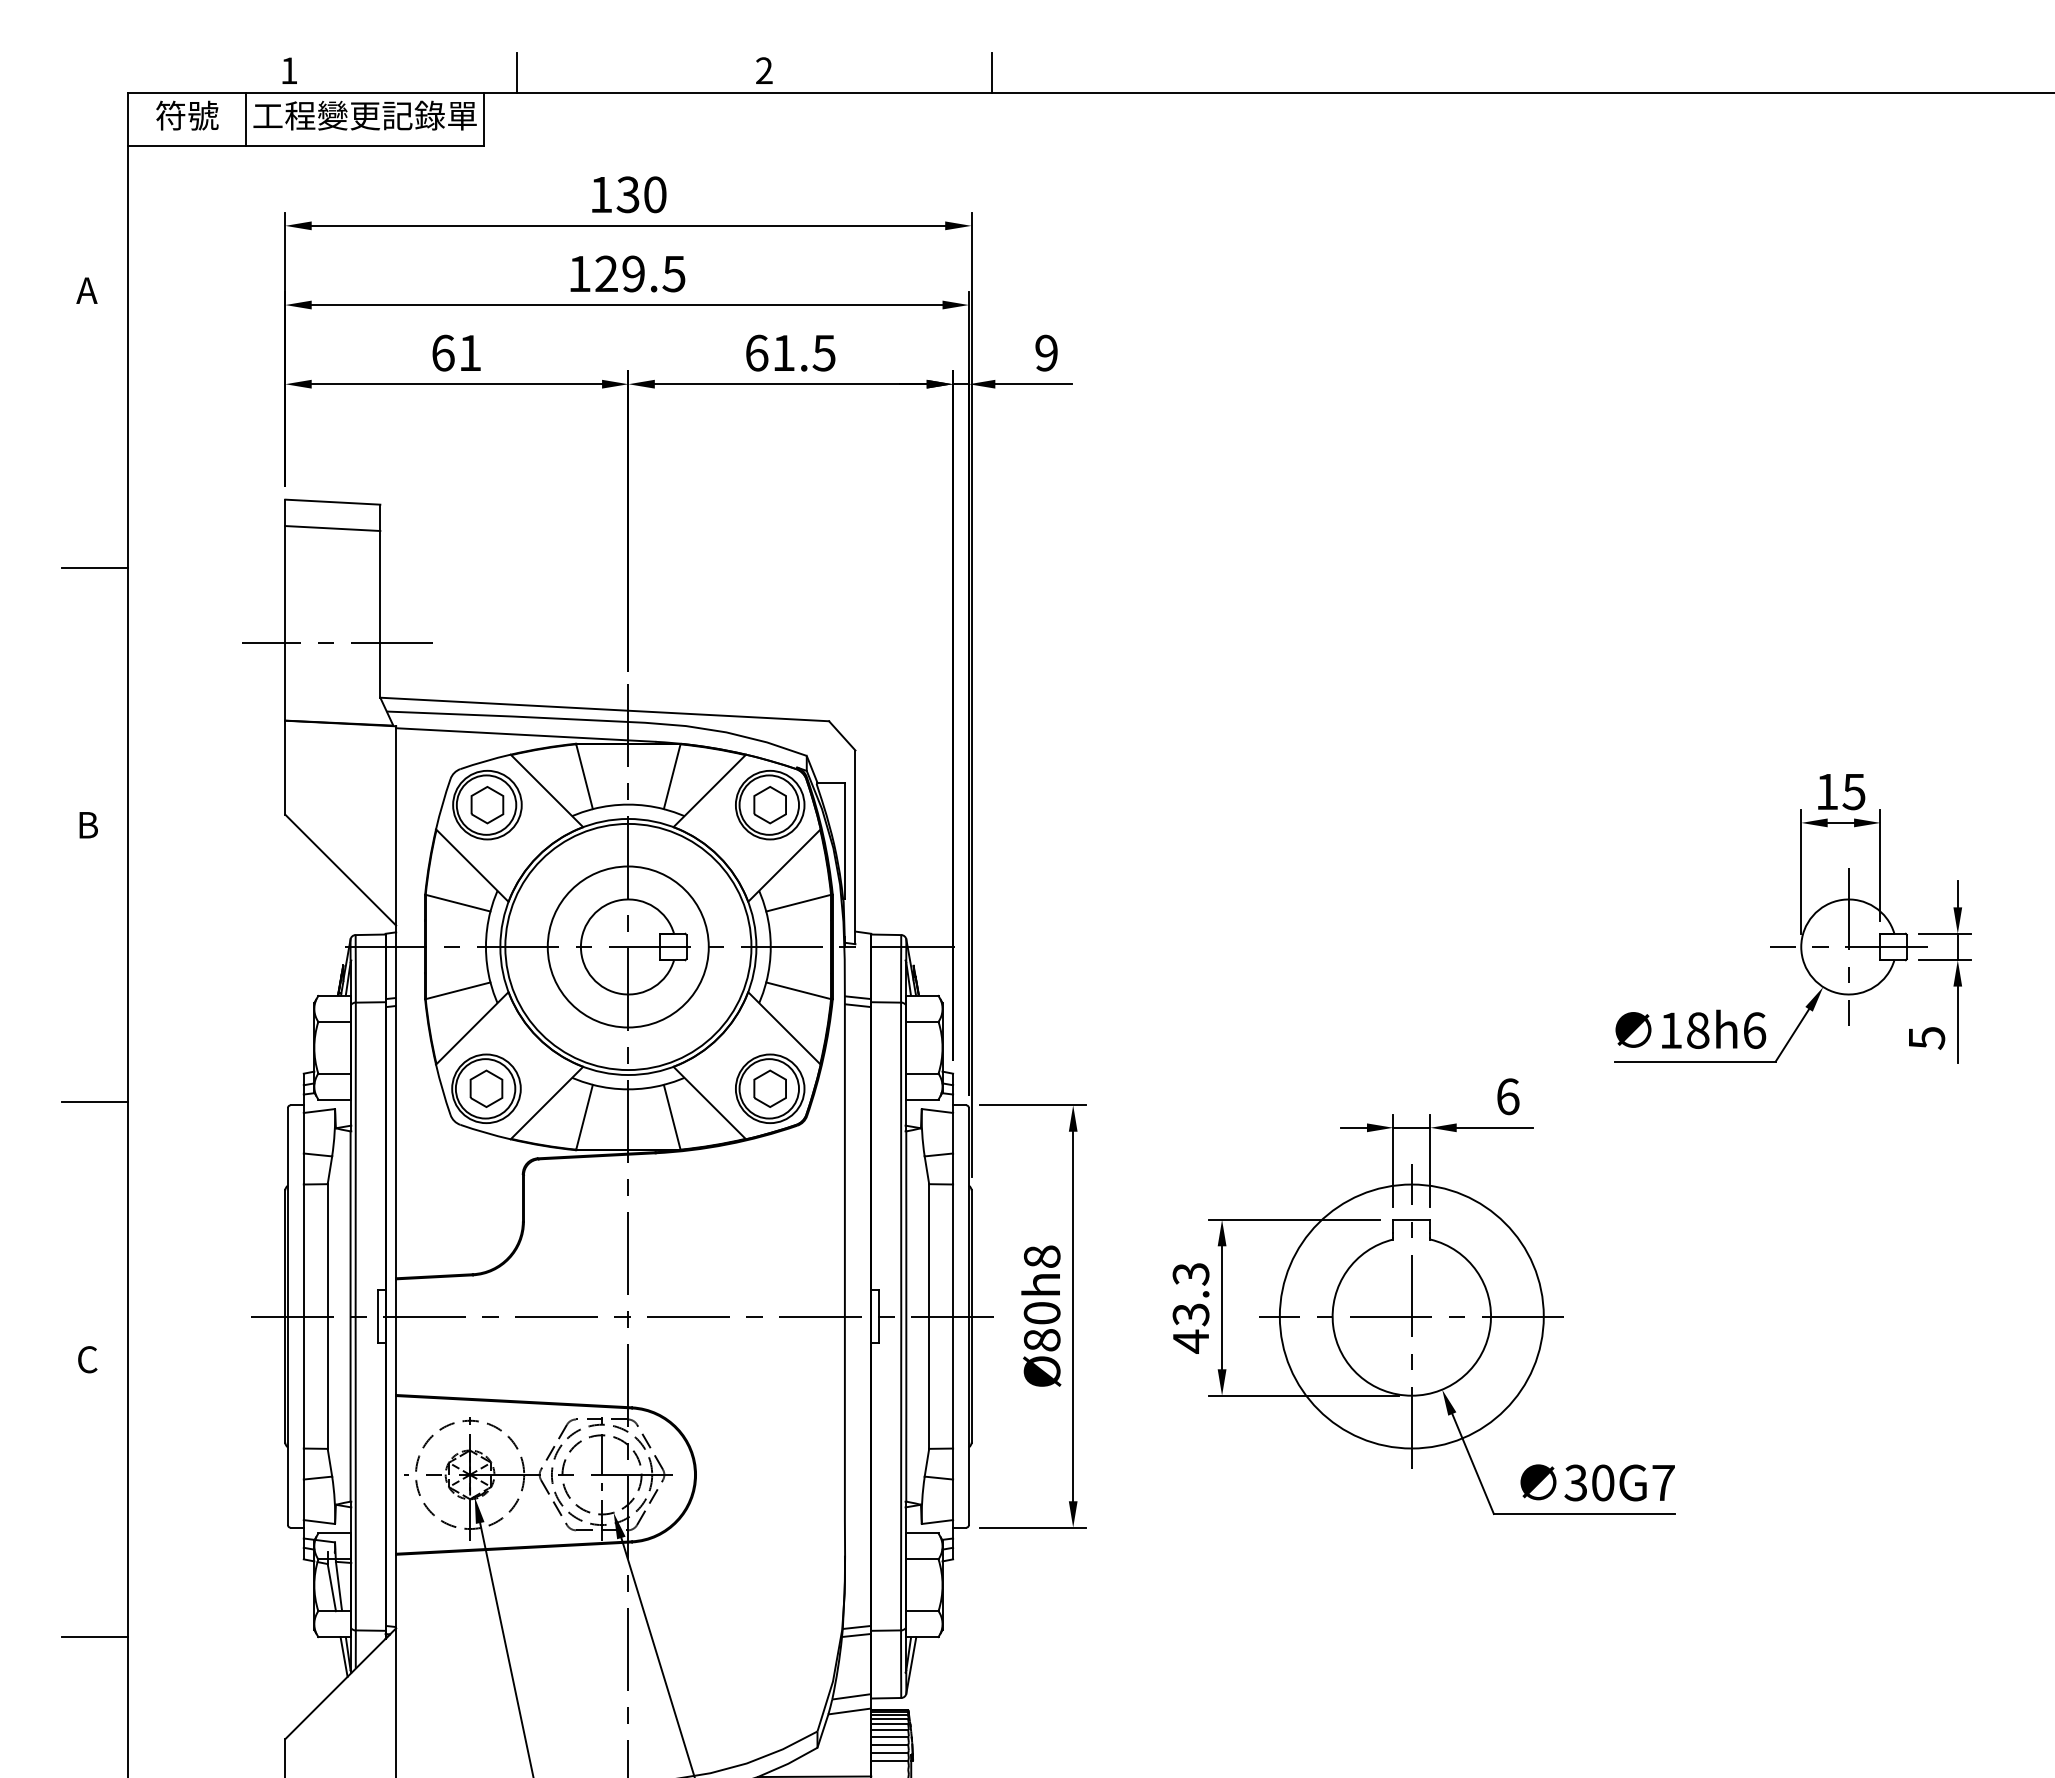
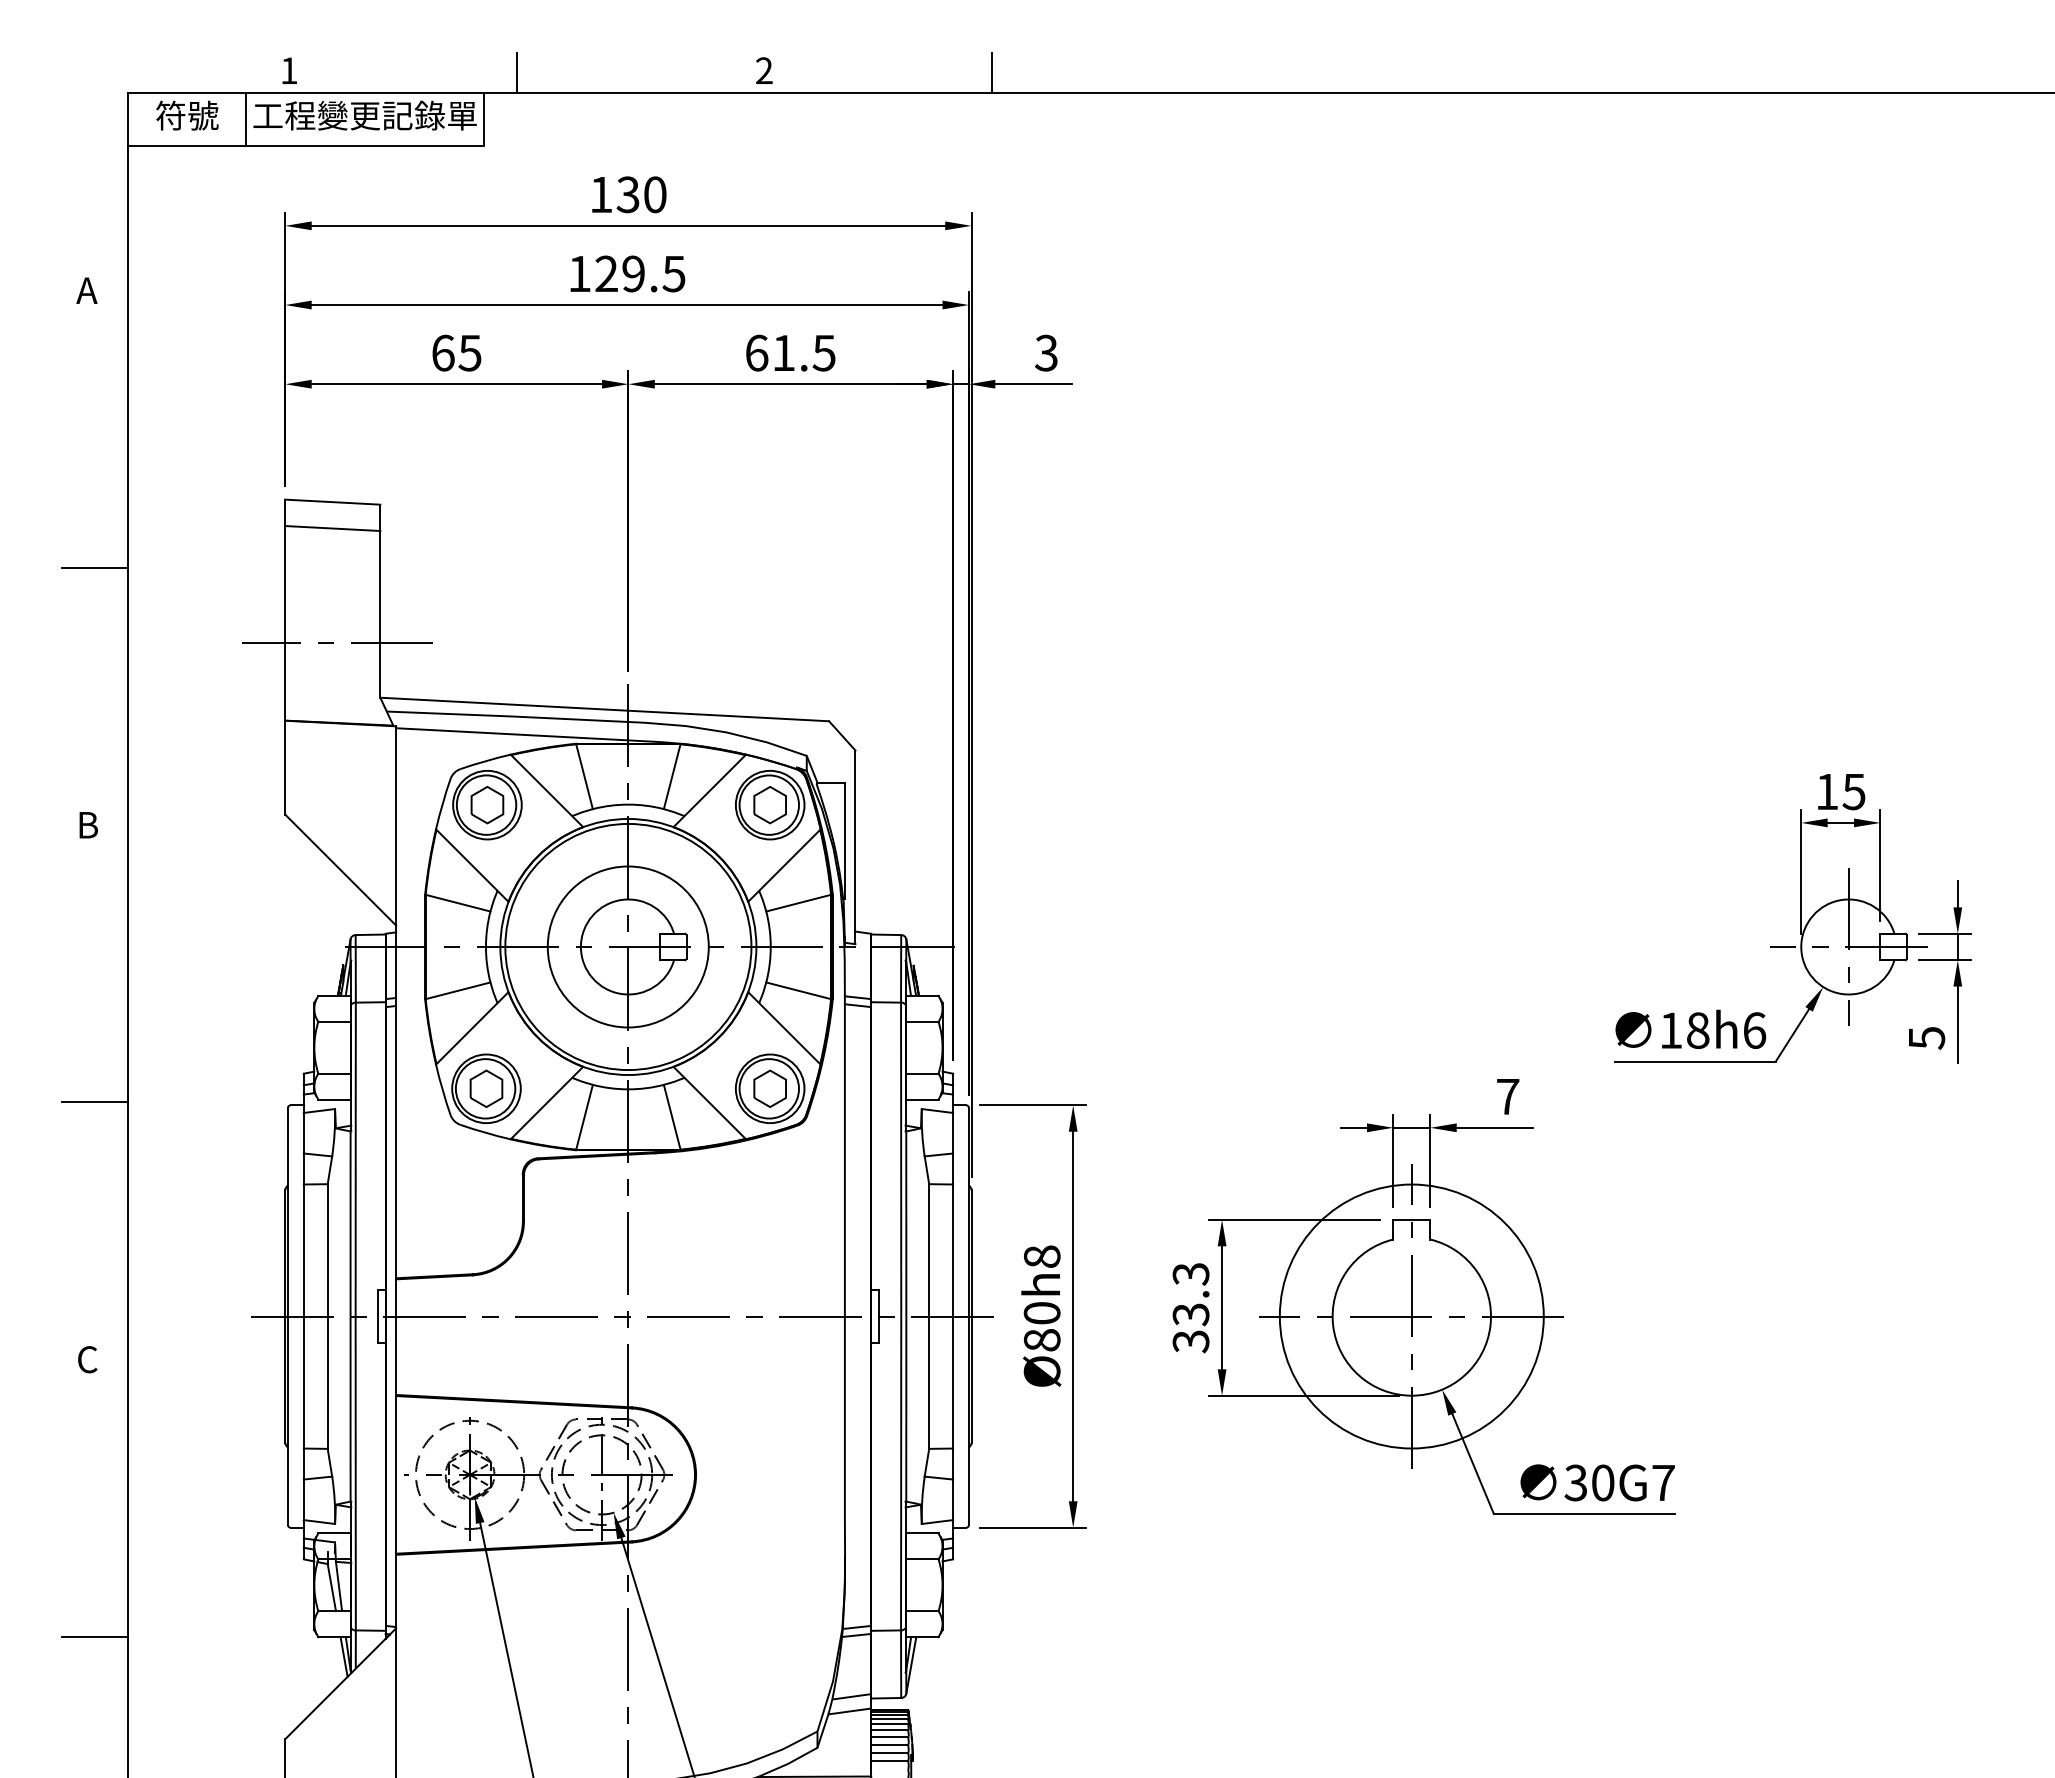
text at (469, 353): 61 -> 65
text at (1046, 353): 9 -> 3
text at (1508, 1096): 6 -> 7
text at (1190, 1341): 43.3 -> 33.3
